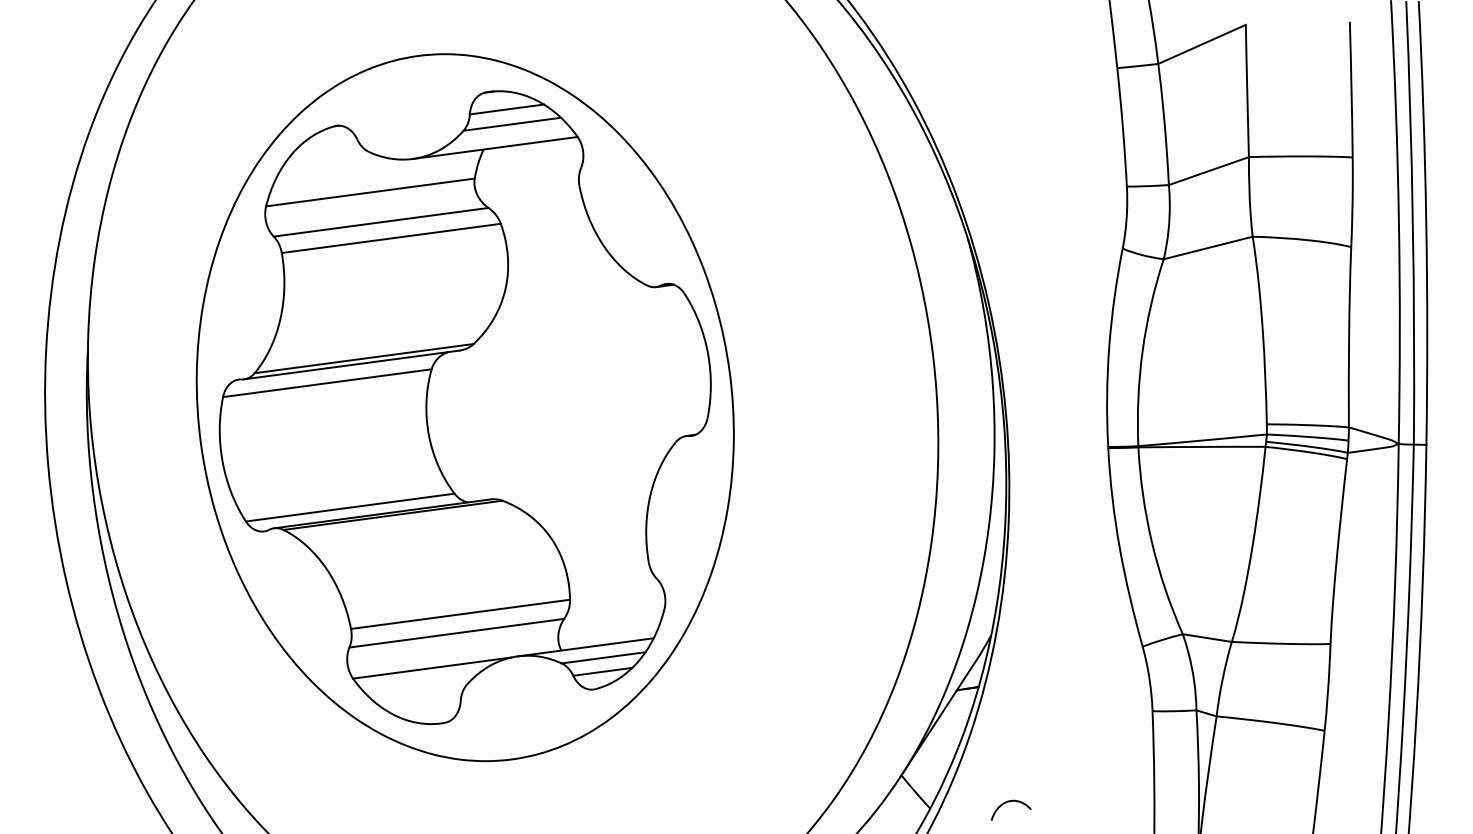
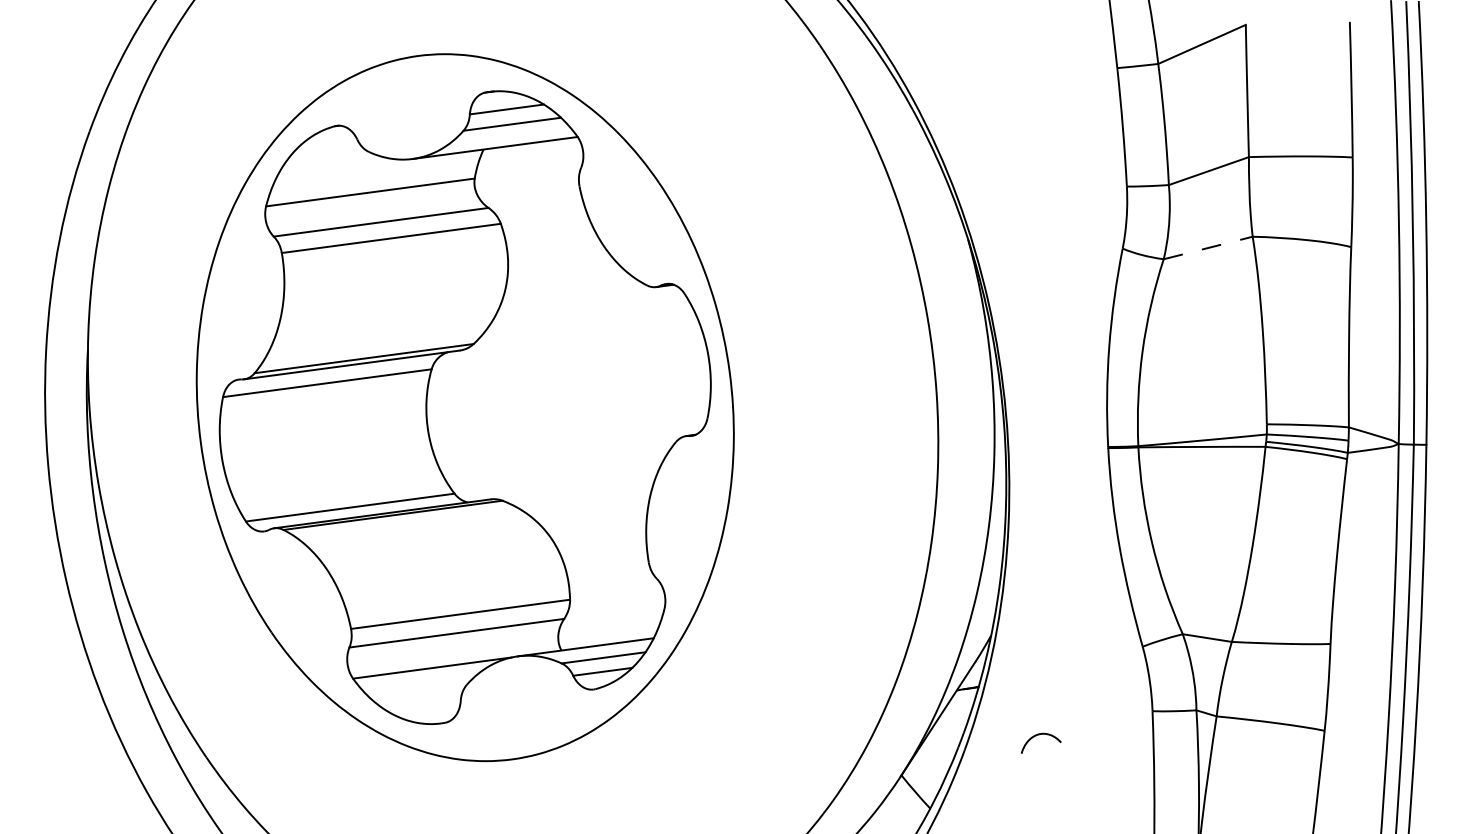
line at (1208, 248): solid -> dashed
curve at (1009, 802) position: (1009, 802) -> (1039, 735)
